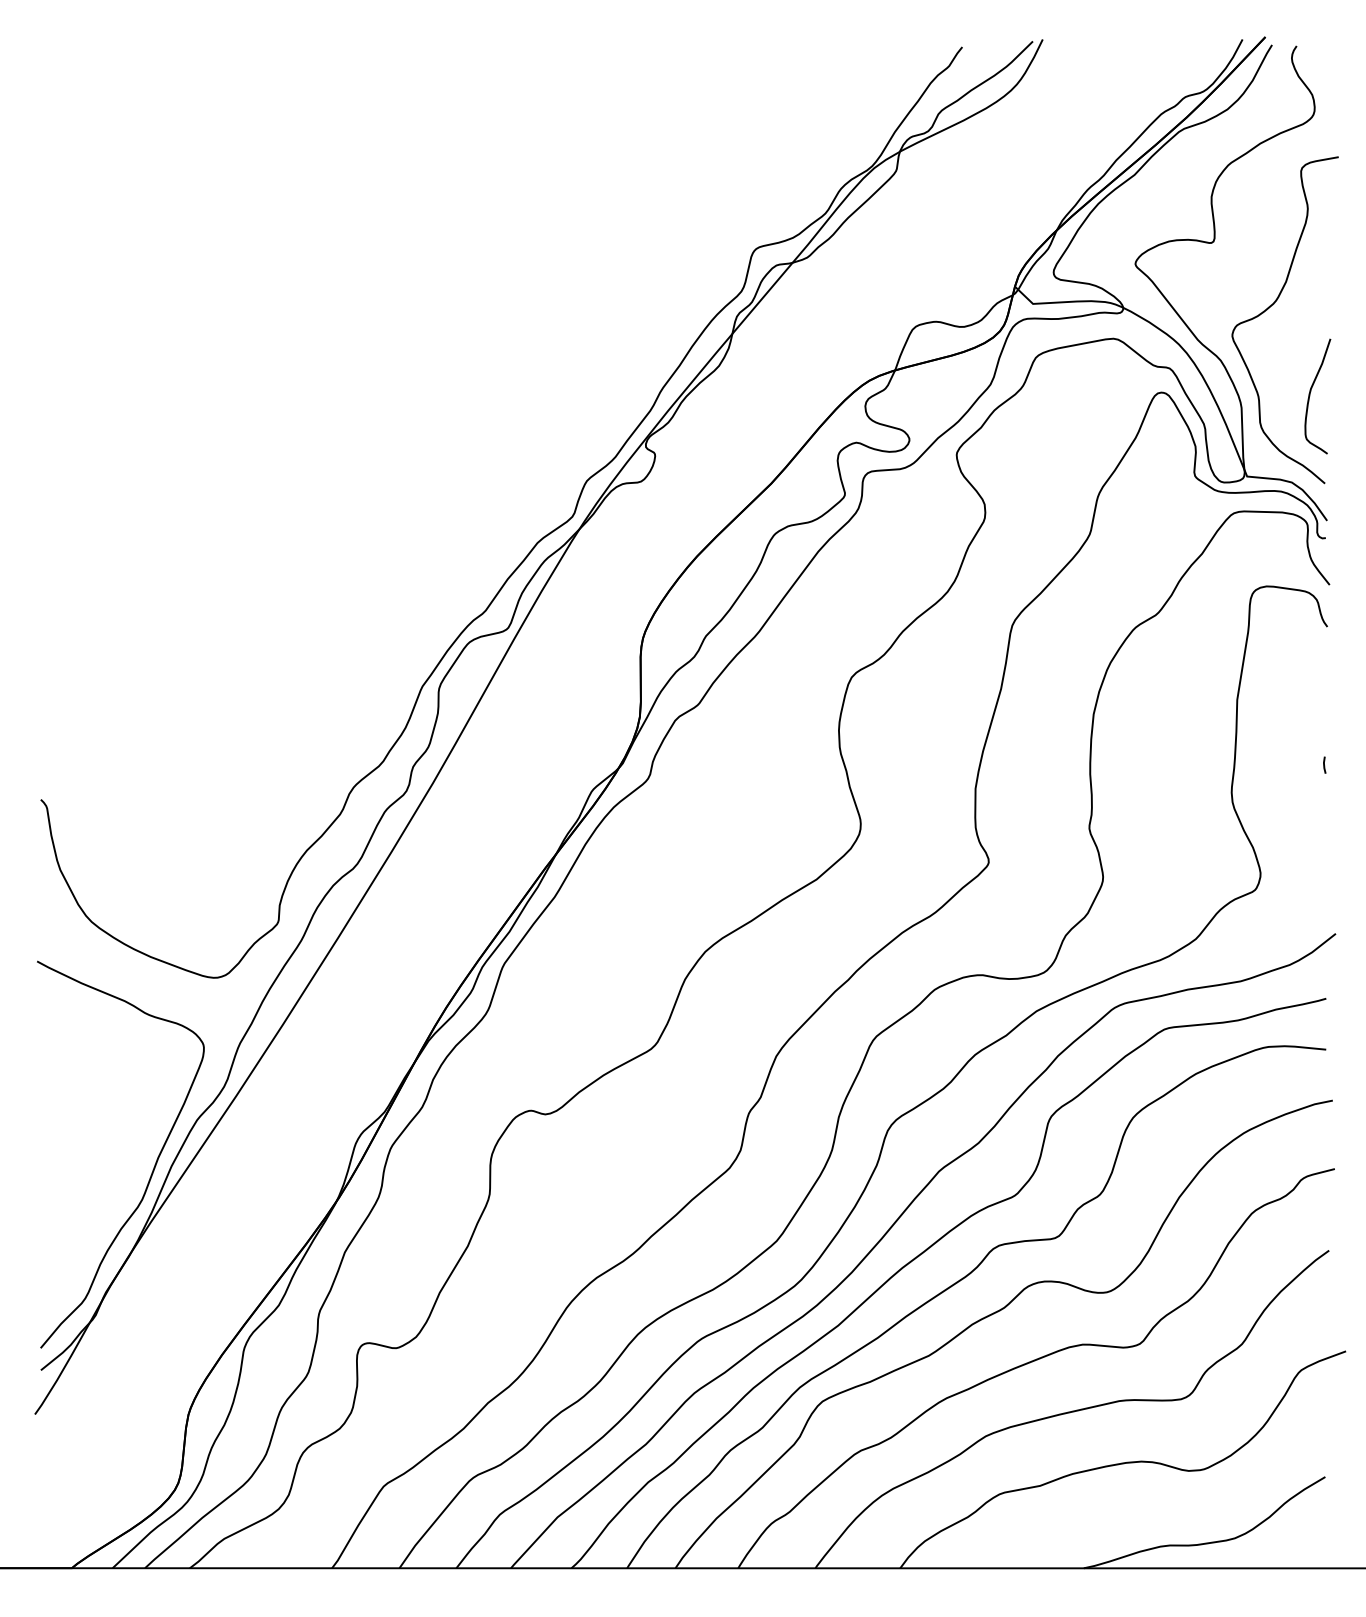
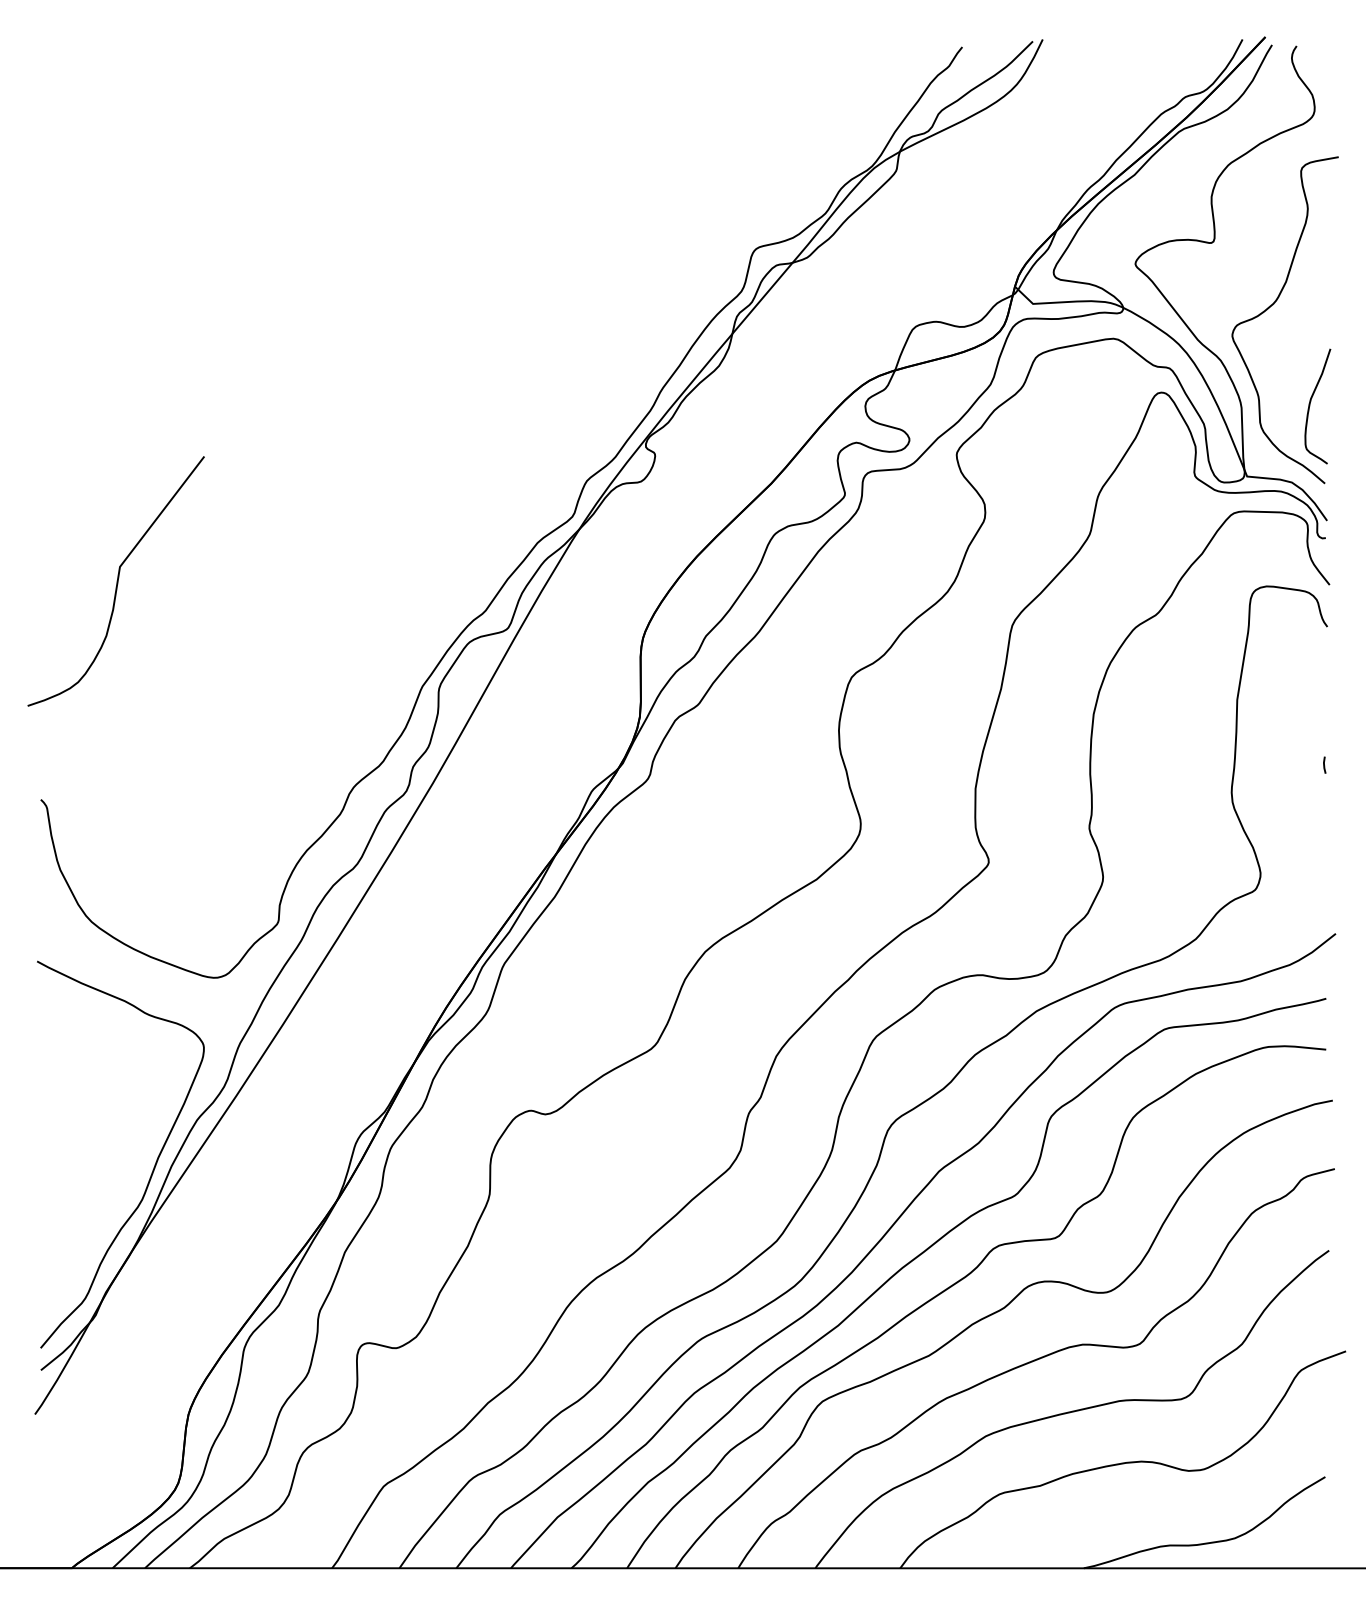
curve at (1310, 396) position: (1310, 396) -> (1310, 406)
curve at (116, 581): none -> present
